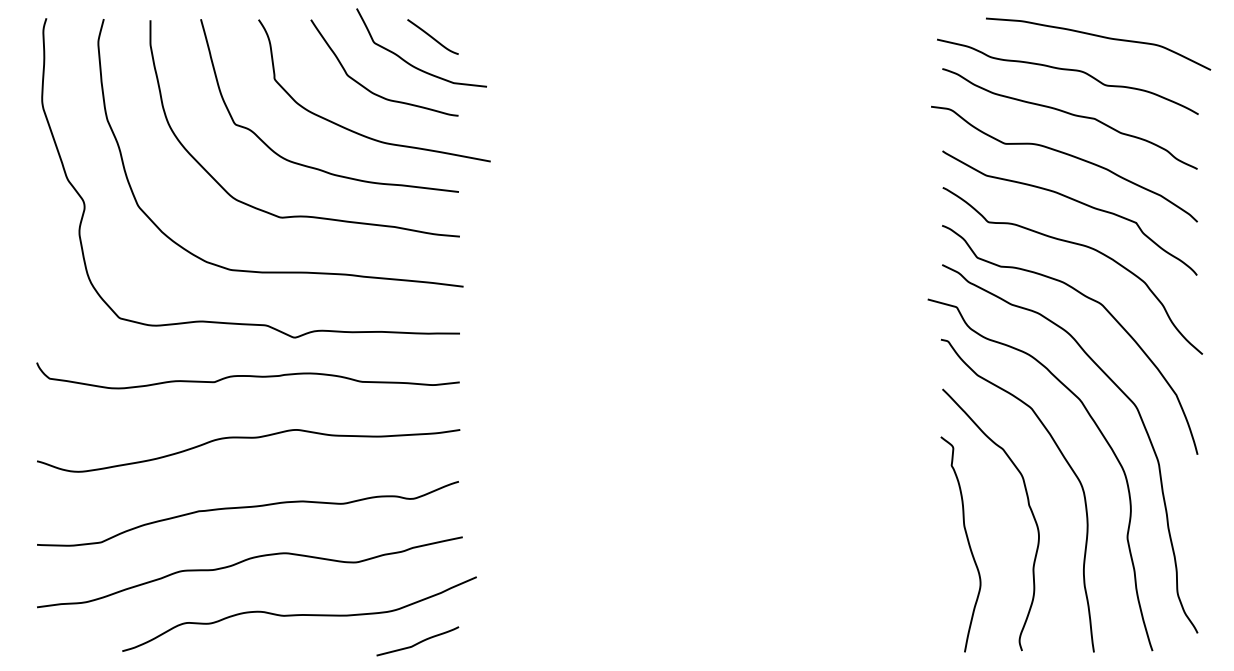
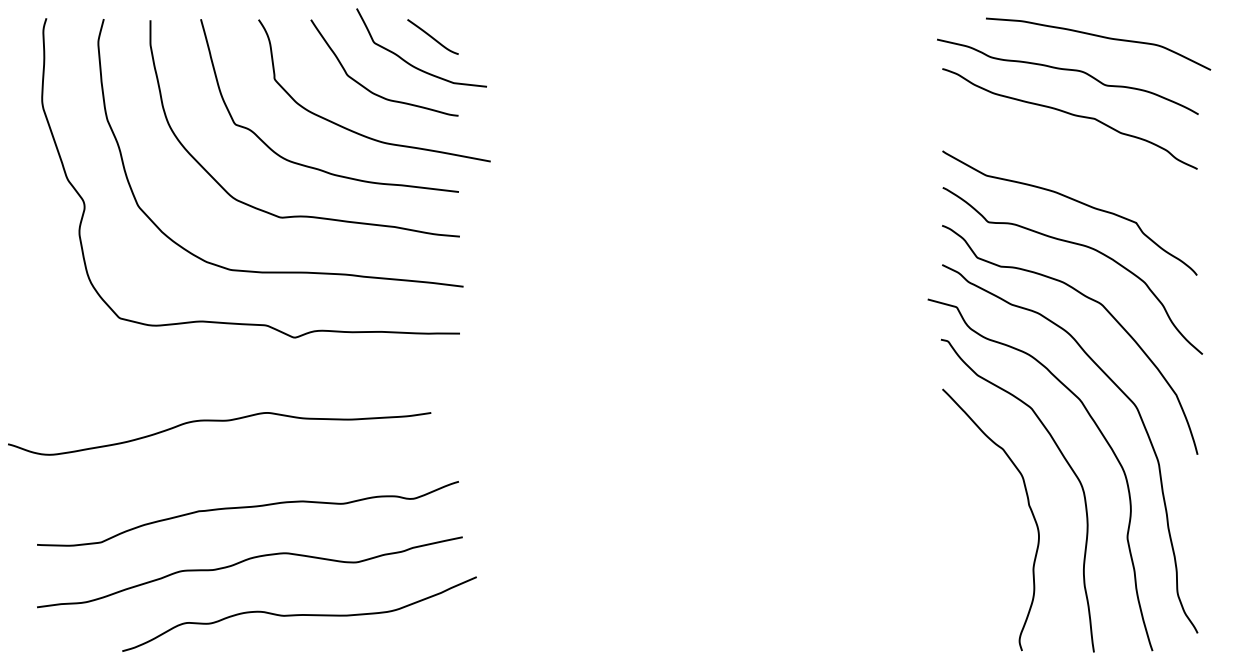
curve at (1067, 155): present -> none
curve at (247, 375): present -> none
curve at (248, 438) position: (248, 438) -> (219, 421)
curve at (967, 542): present -> none
curve at (417, 642): present -> none
